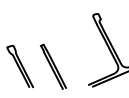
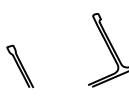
curve at (52, 66): present -> none
